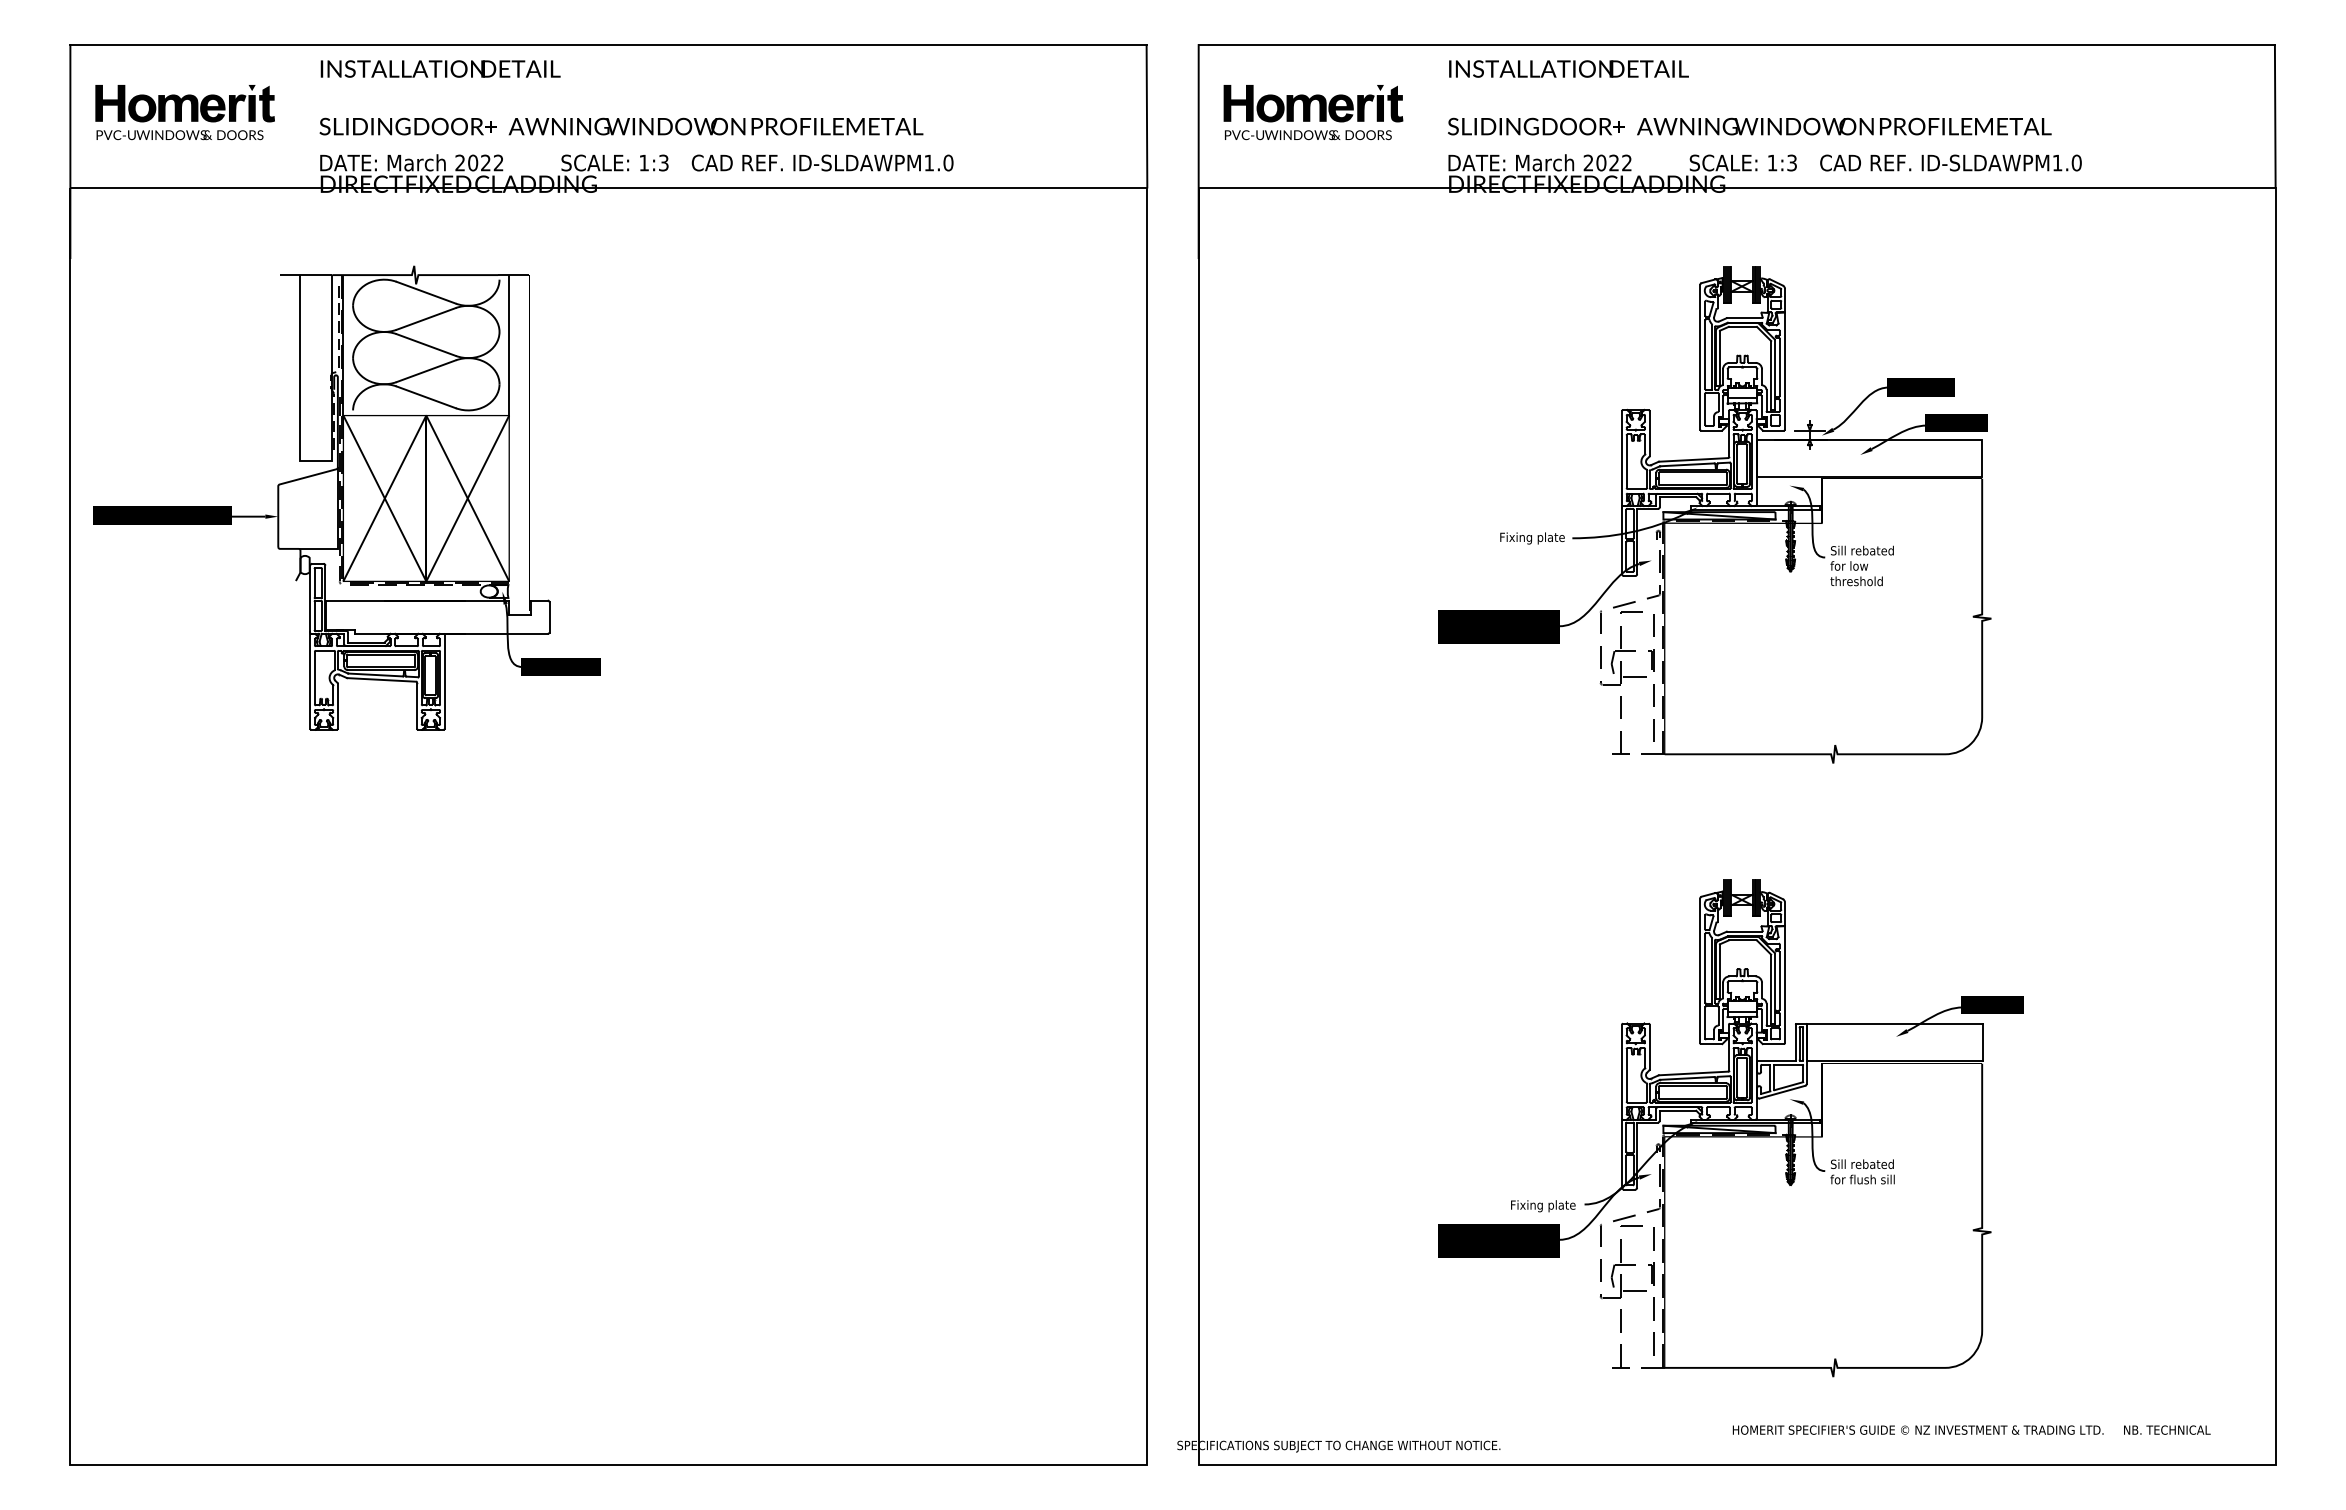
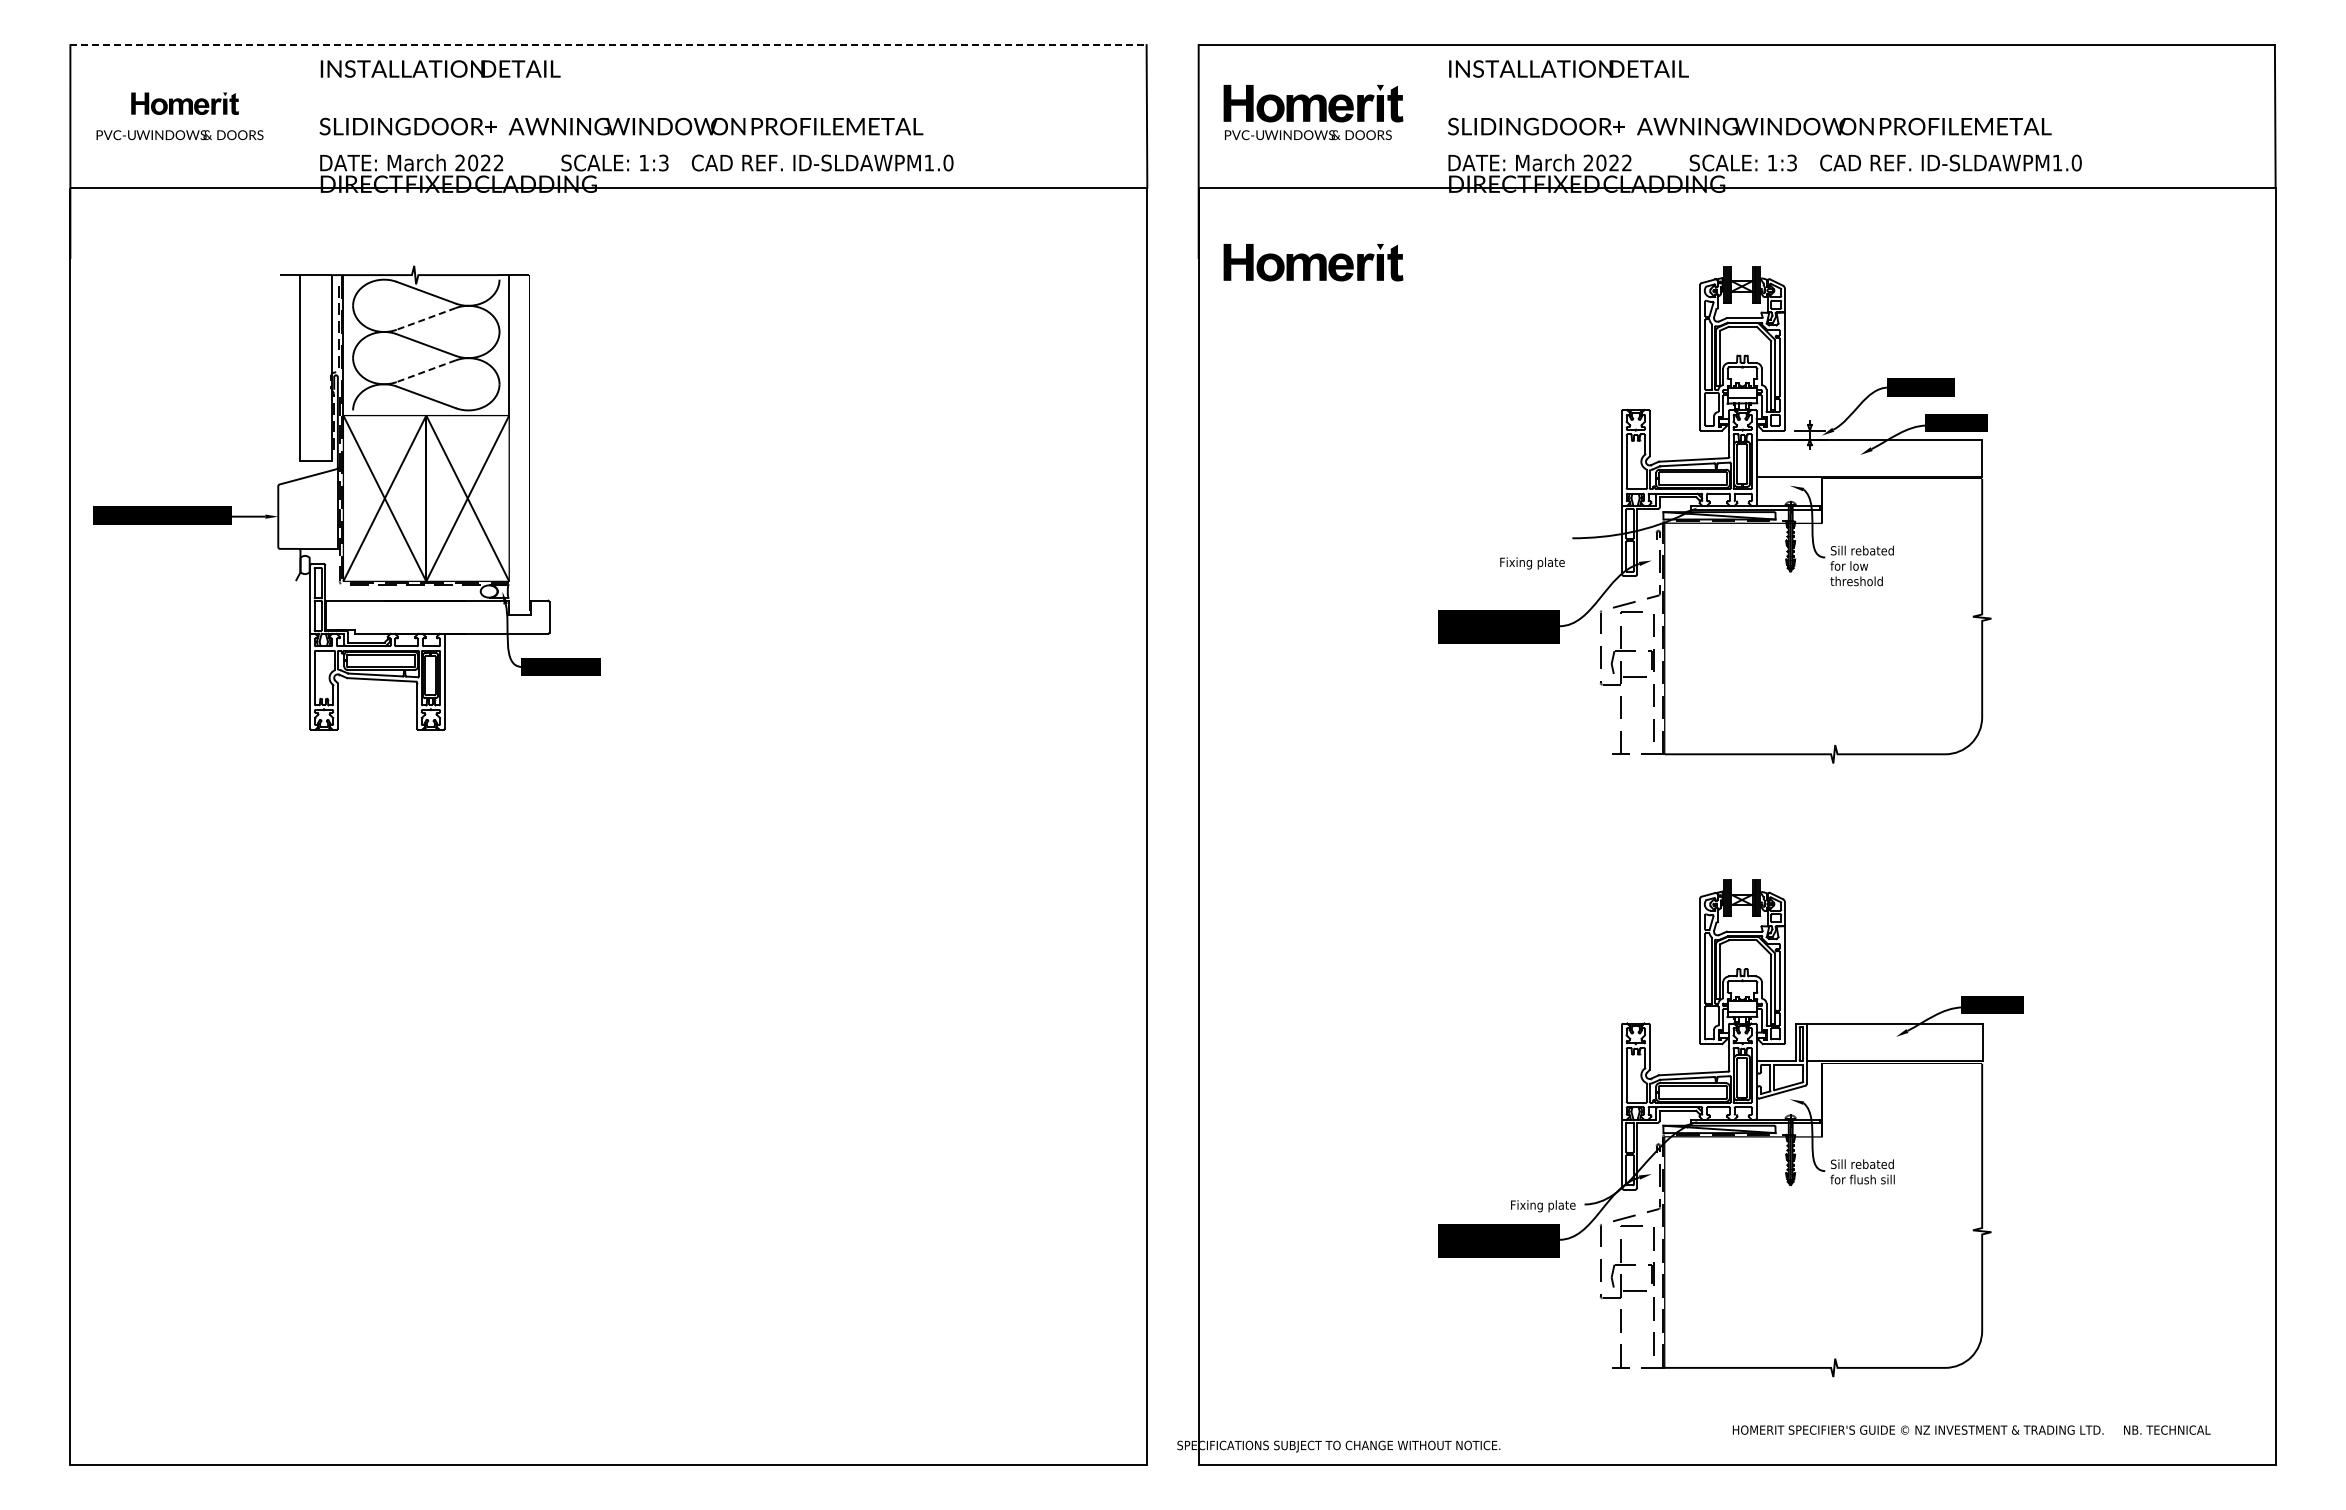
line at (609, 45): solid -> dashed
part at (184, 103) size: 180x38 px -> 108x23 px
part at (1313, 262): none -> present
line at (426, 318): solid -> dashed
line at (426, 371): solid -> dashed
text at (1532, 538) position: (1532, 538) -> (1532, 563)
